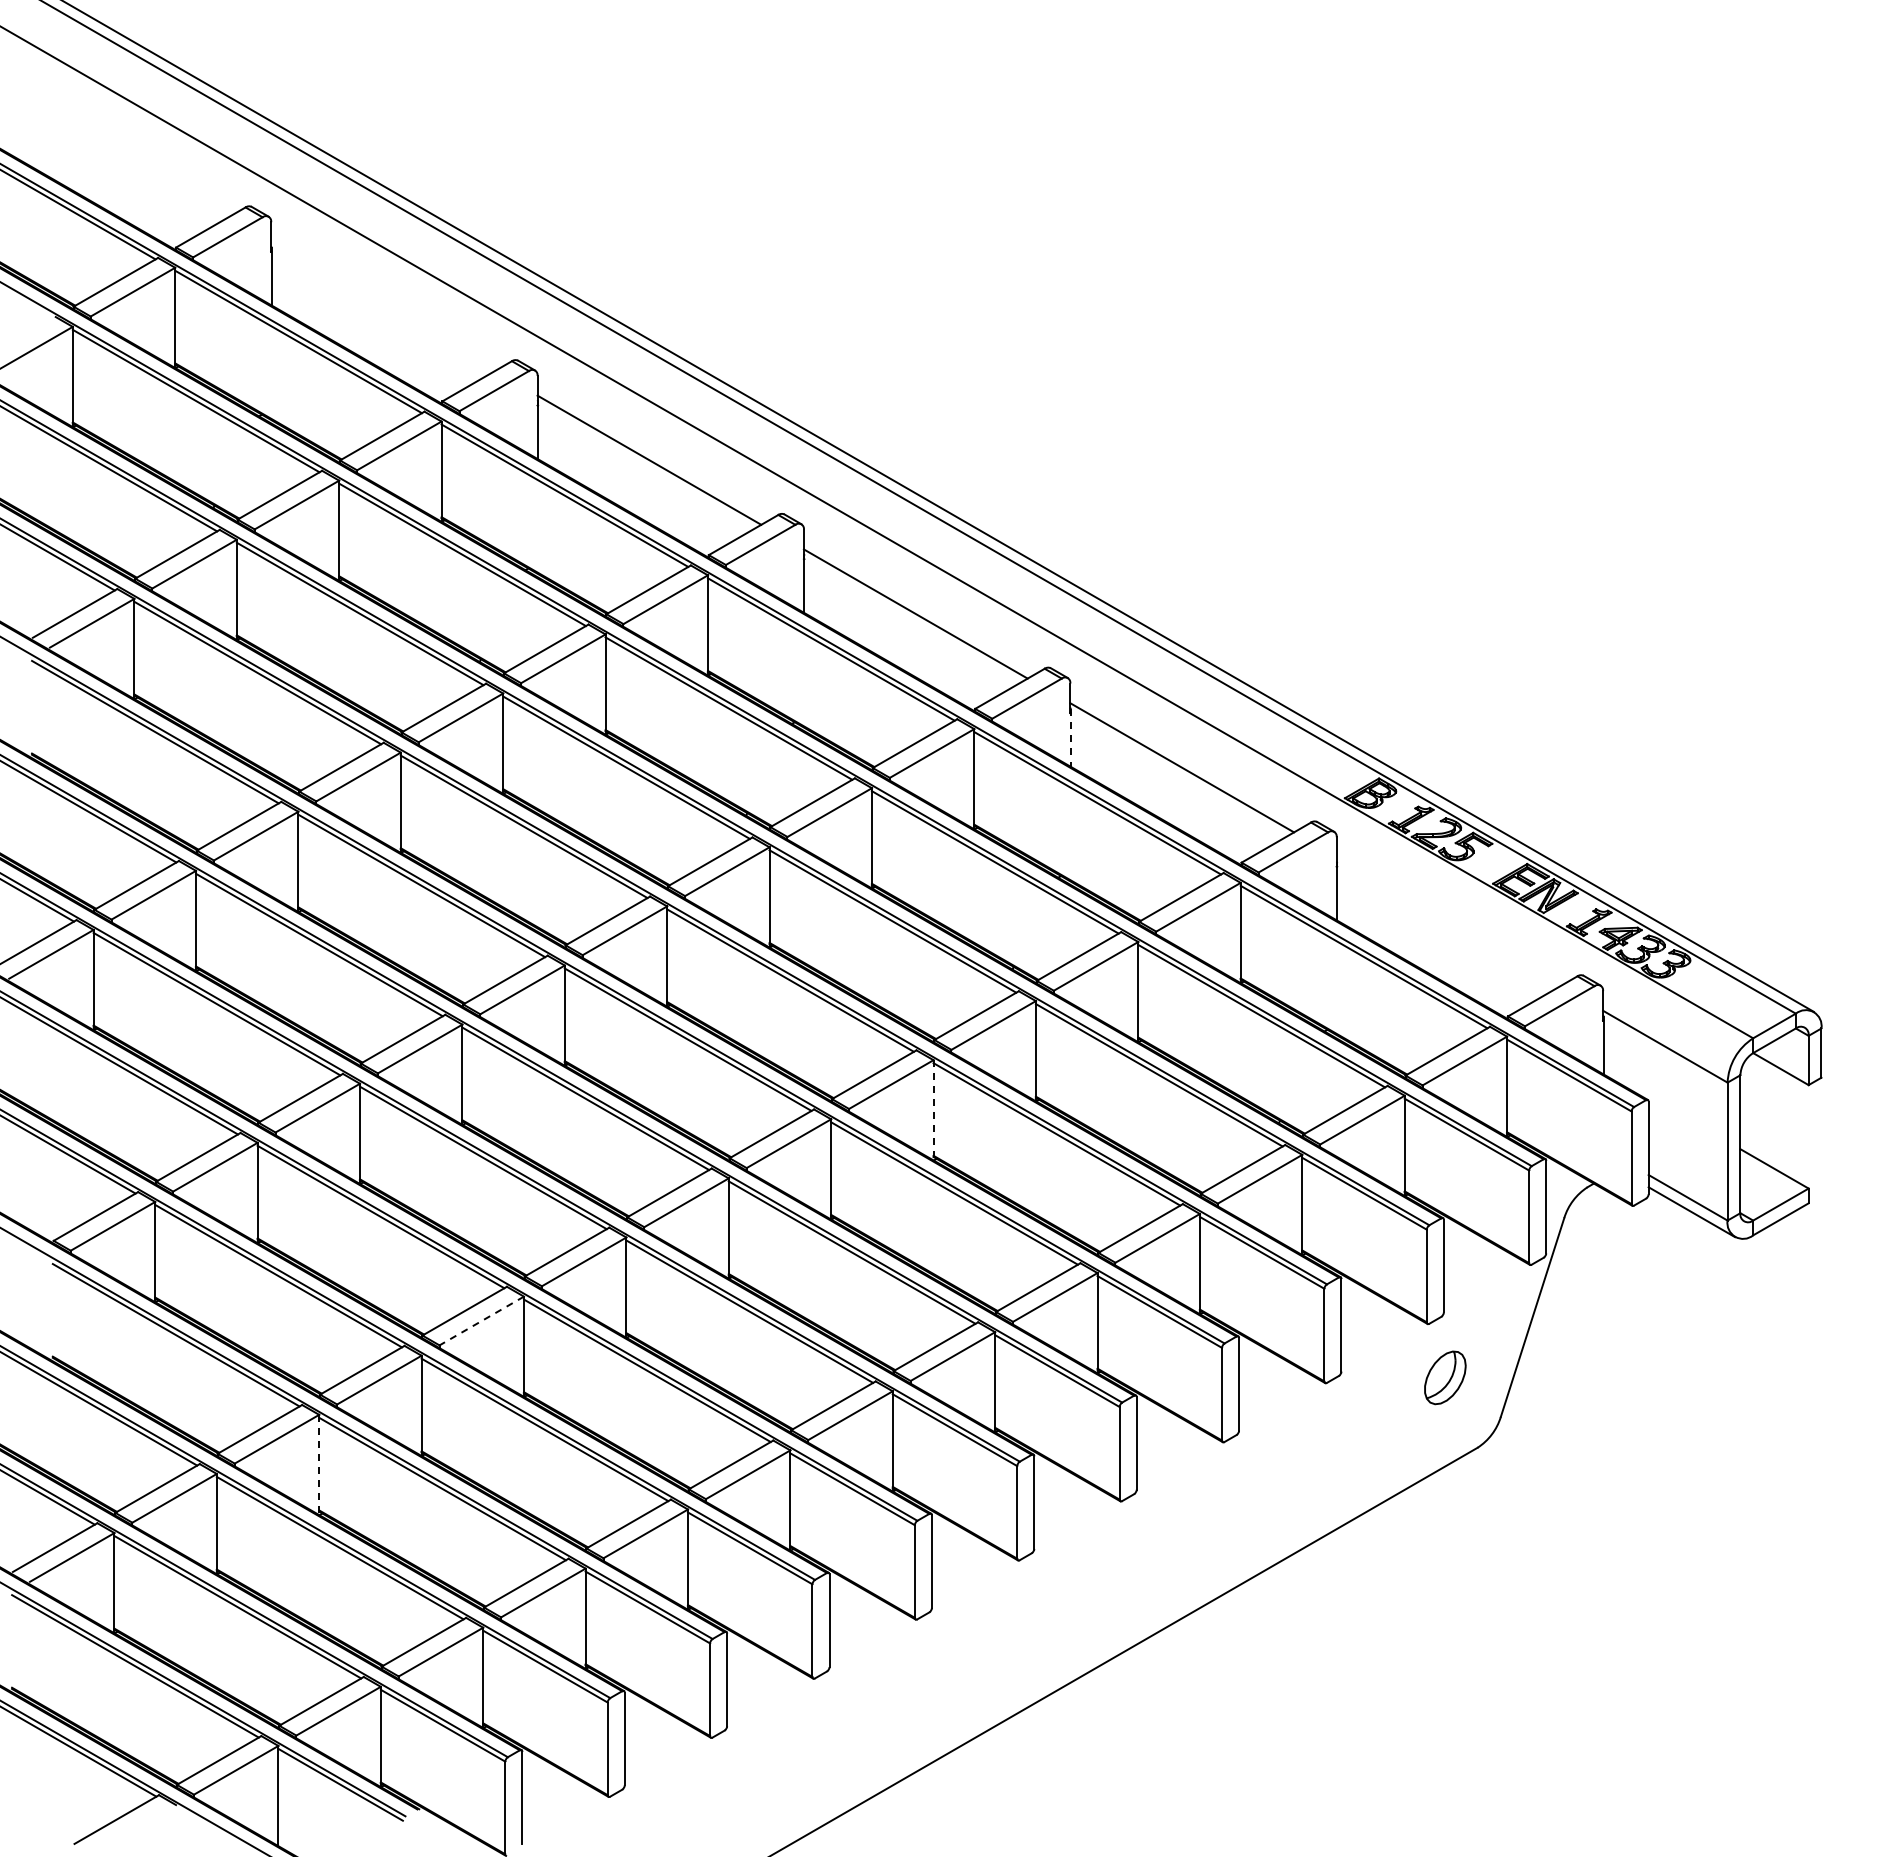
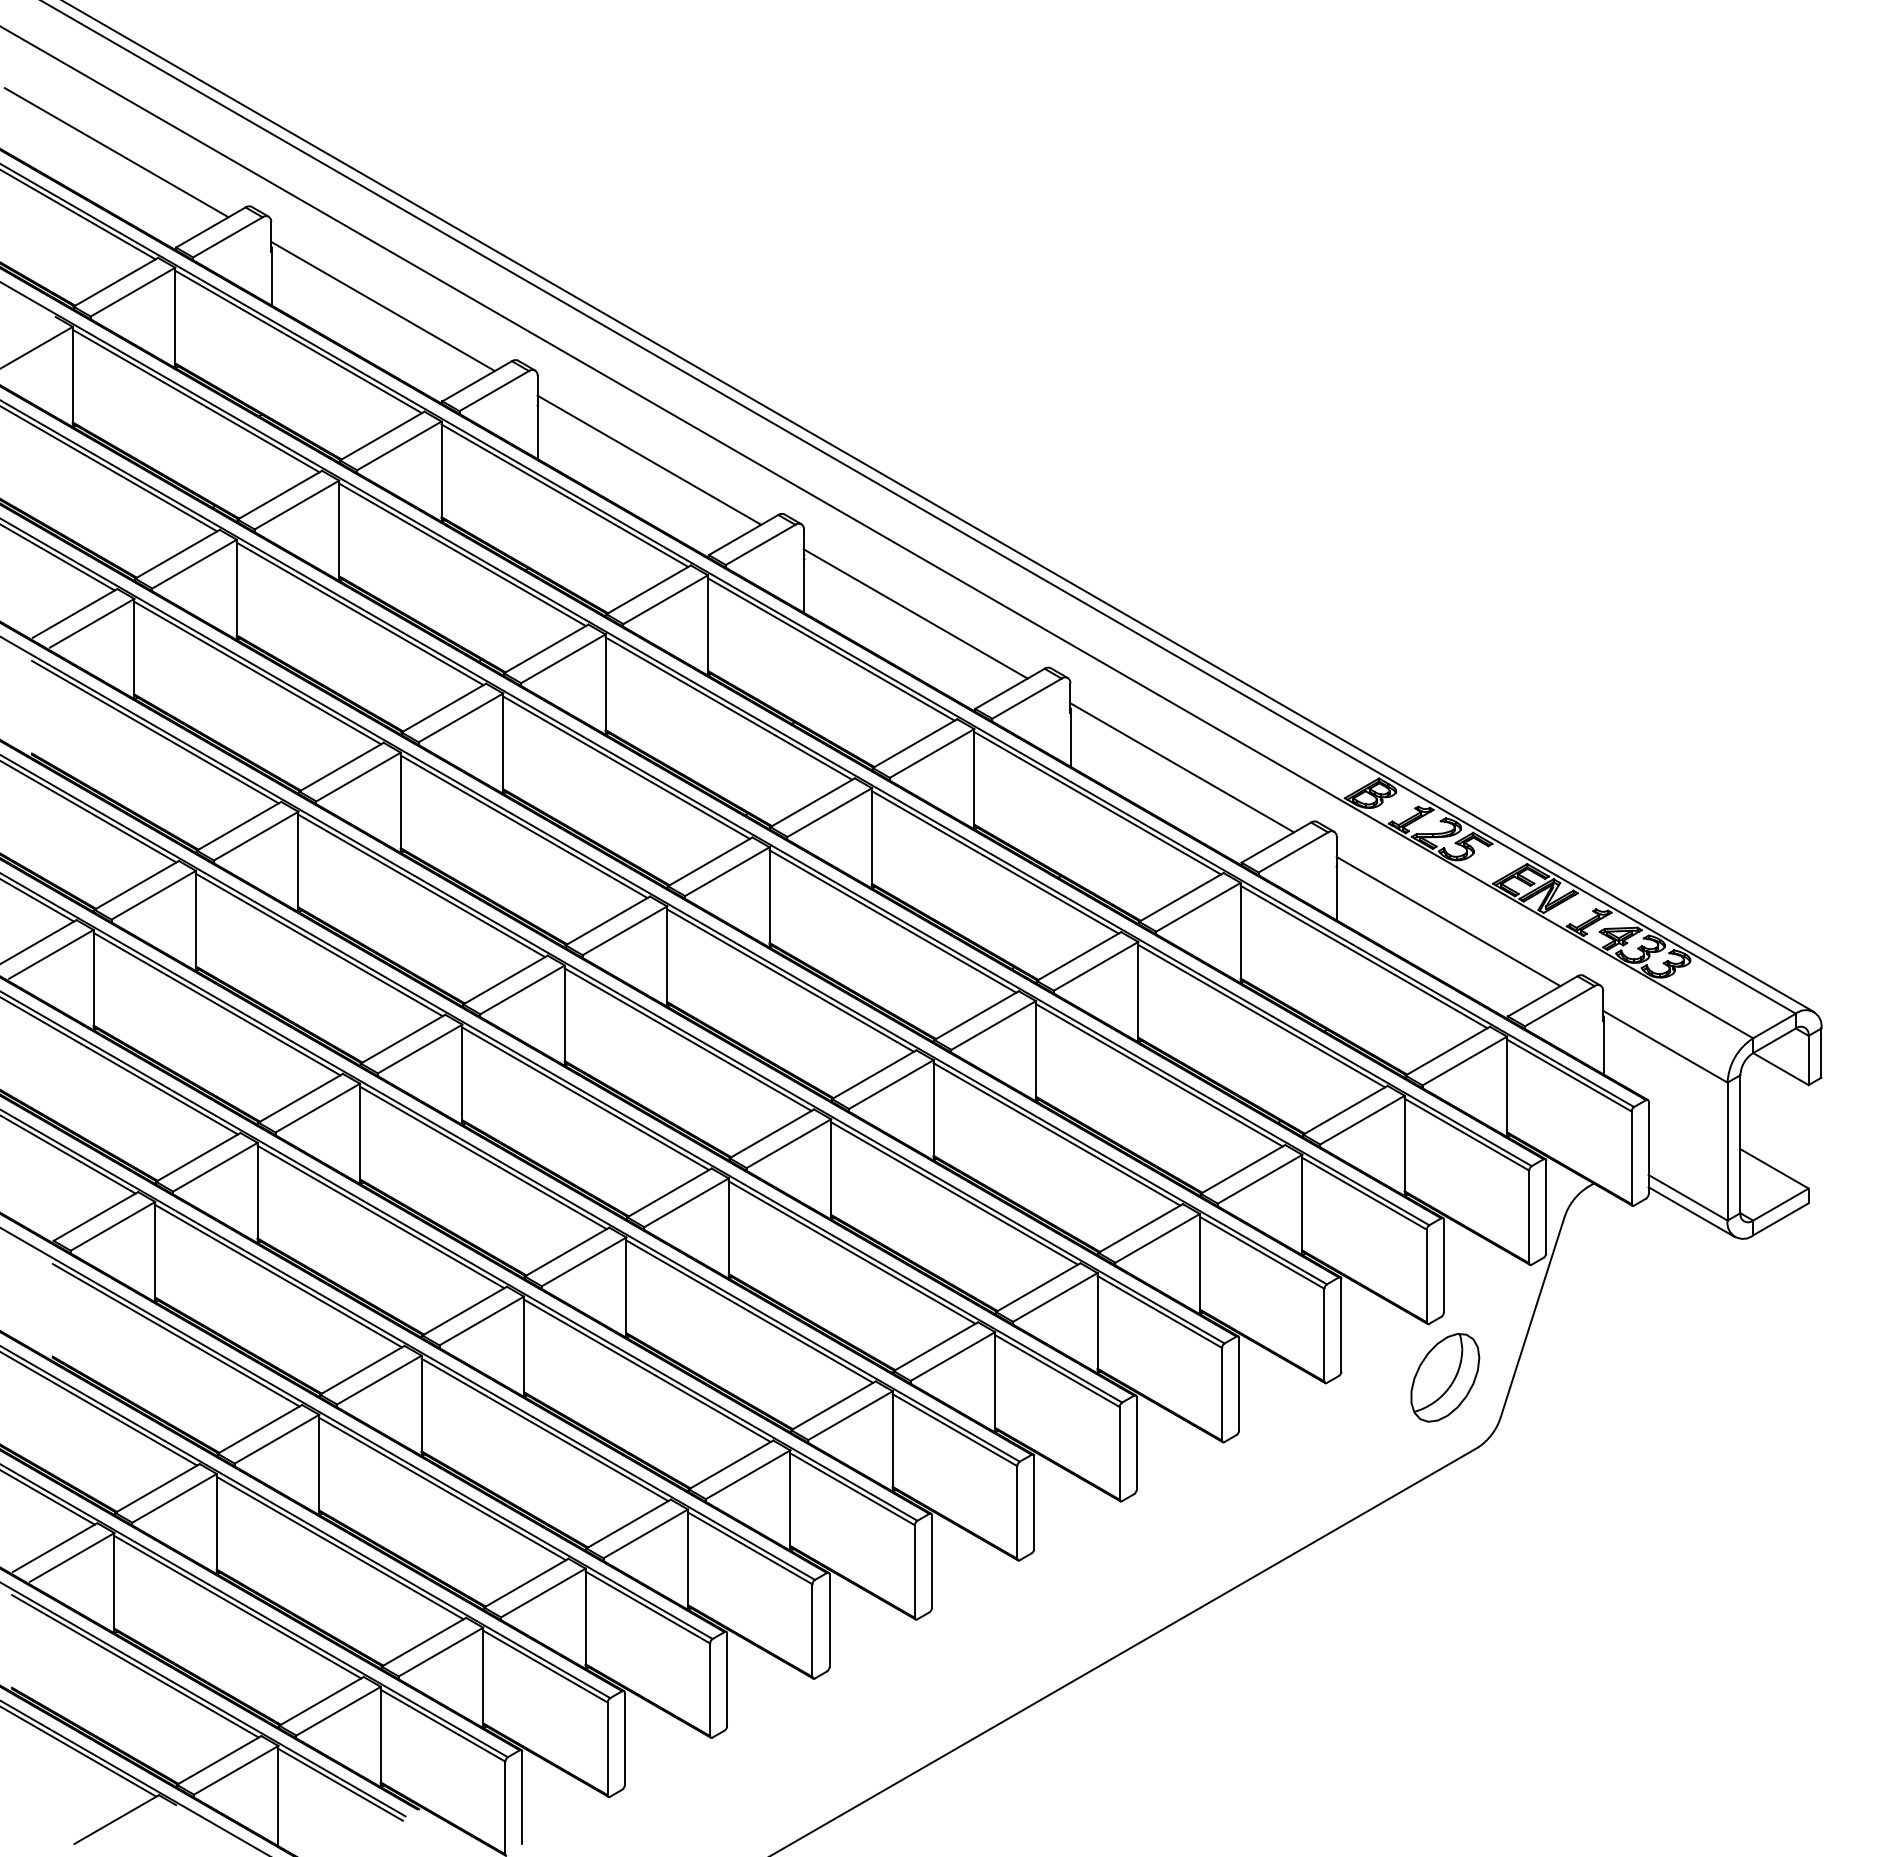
line at (116, 152): none -> present
line at (382, 306): none -> present
line at (1070, 738): dashed -> solid
line at (1448, 921): none -> present
line at (933, 1110): dashed -> solid
line at (481, 1321): dashed -> solid
part at (1445, 1377) size: 43x56 px -> 71x90 px
line at (319, 1465): dashed -> solid
